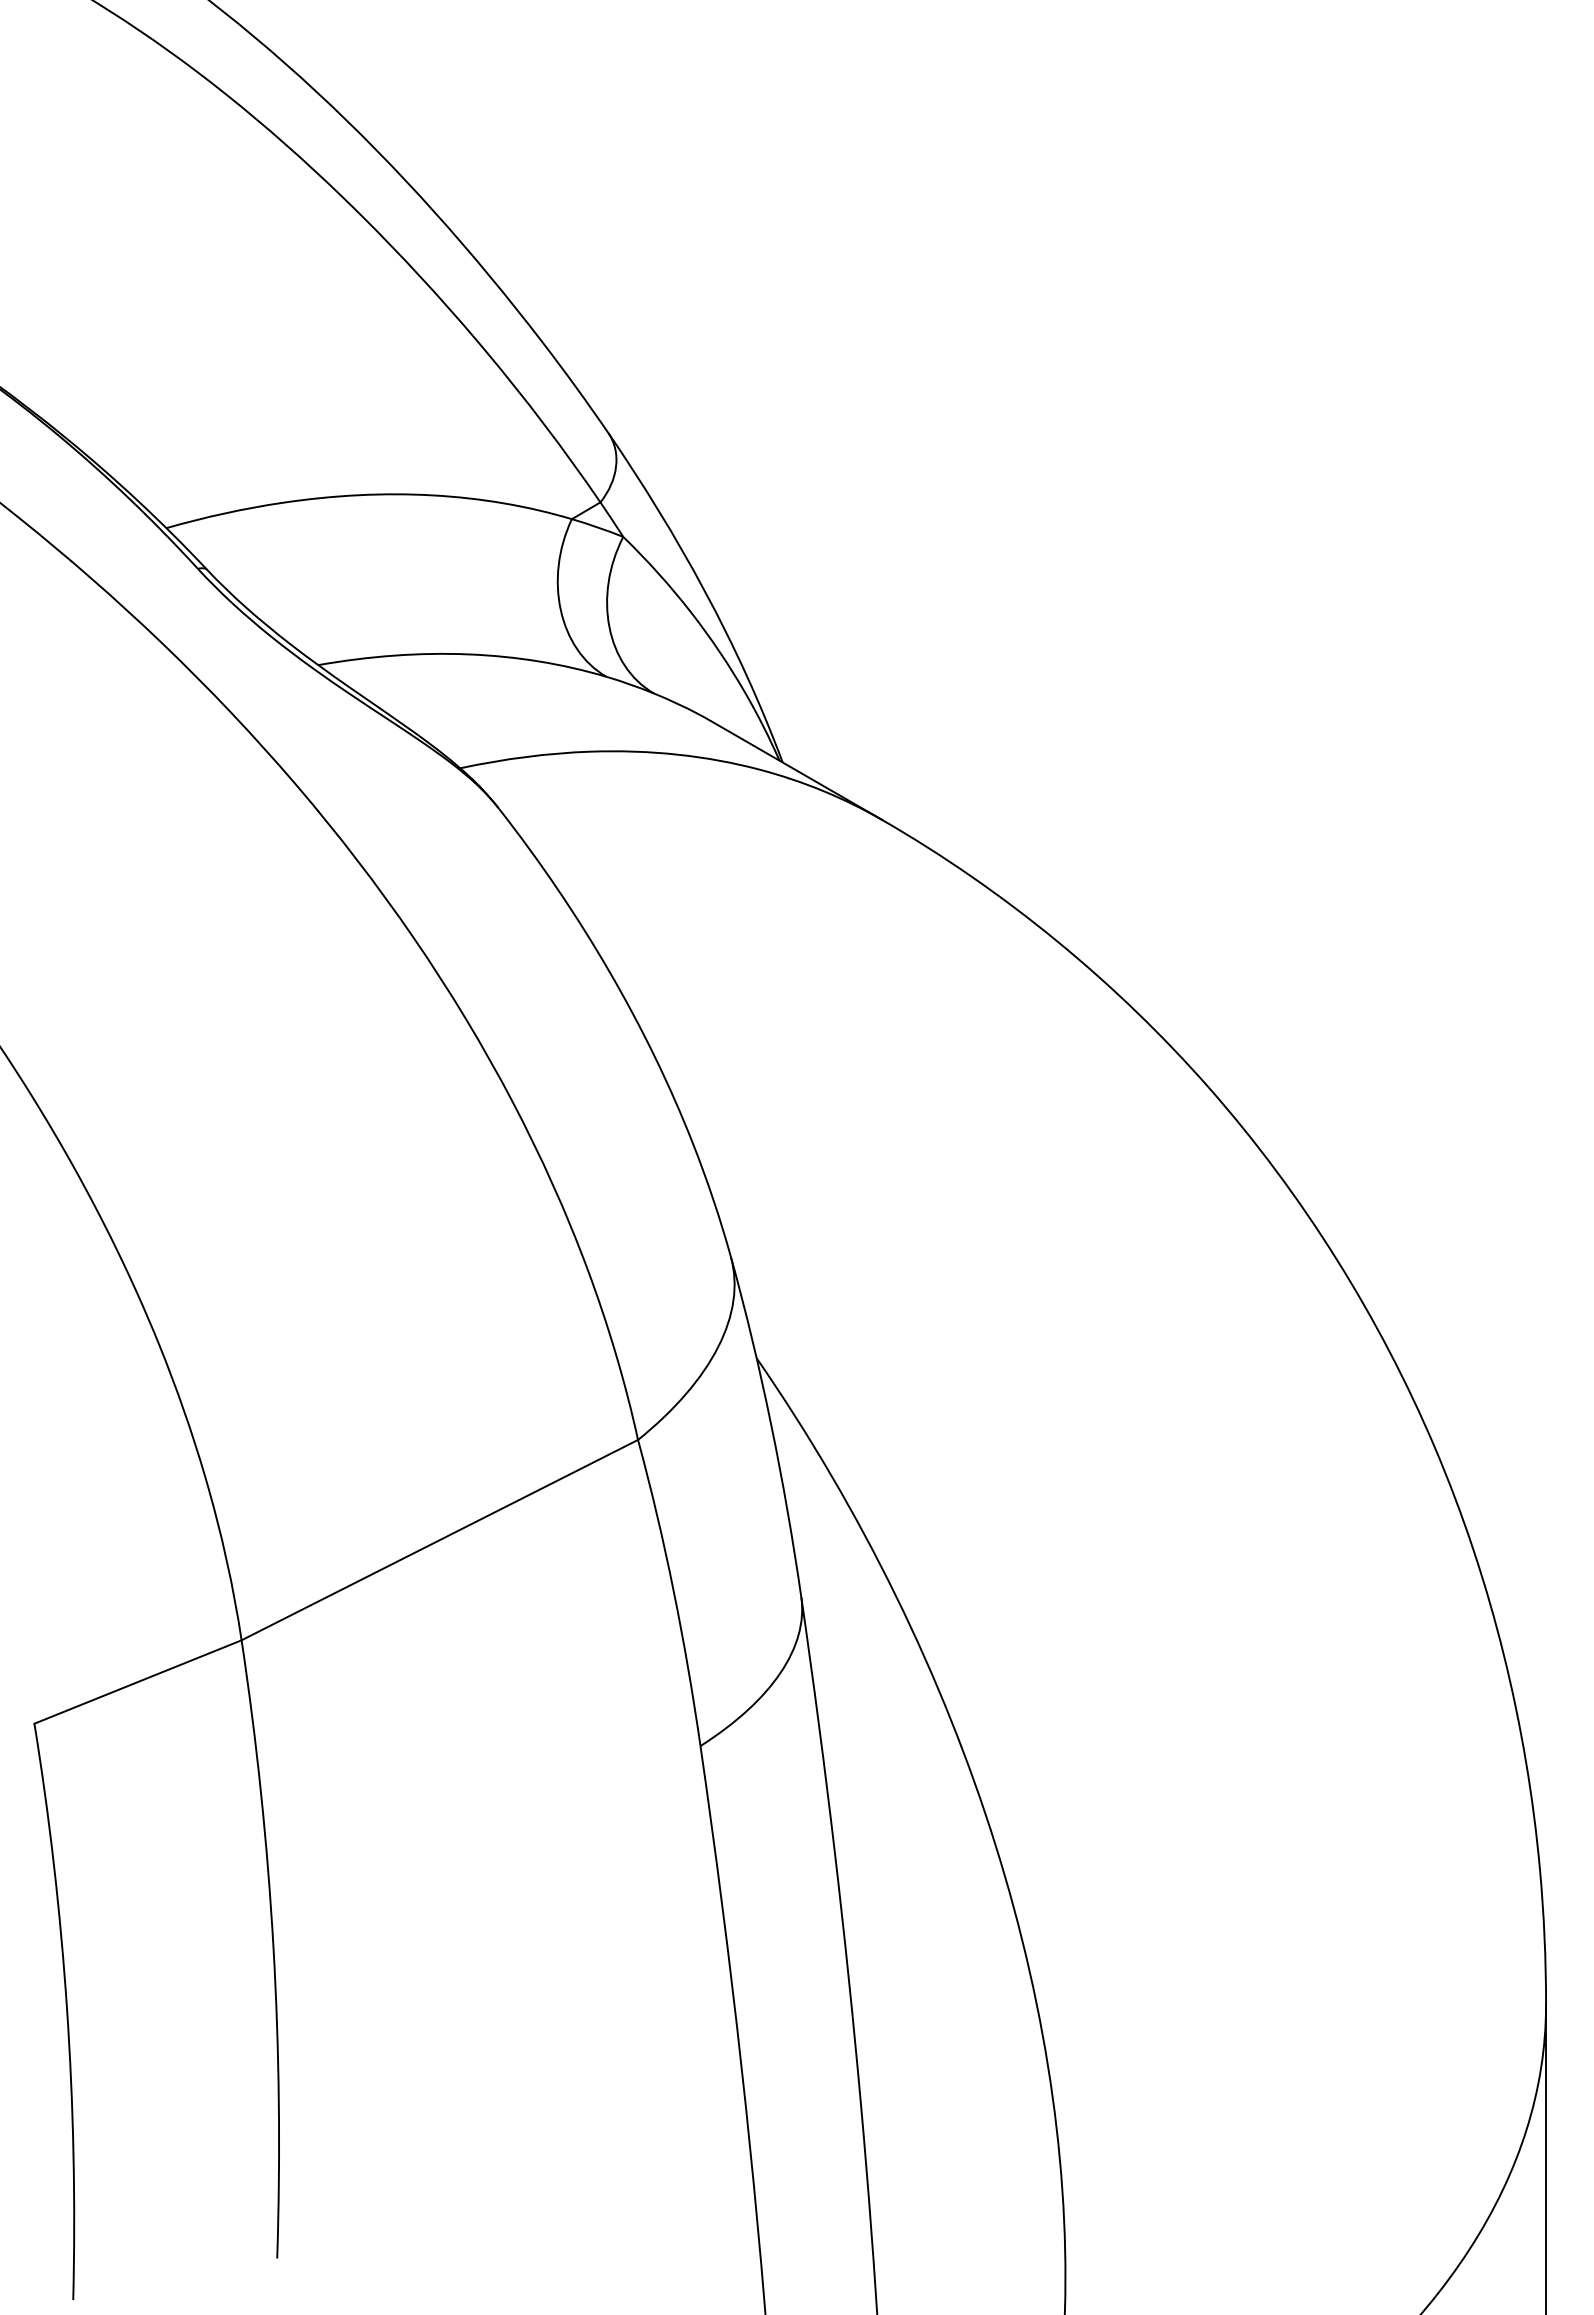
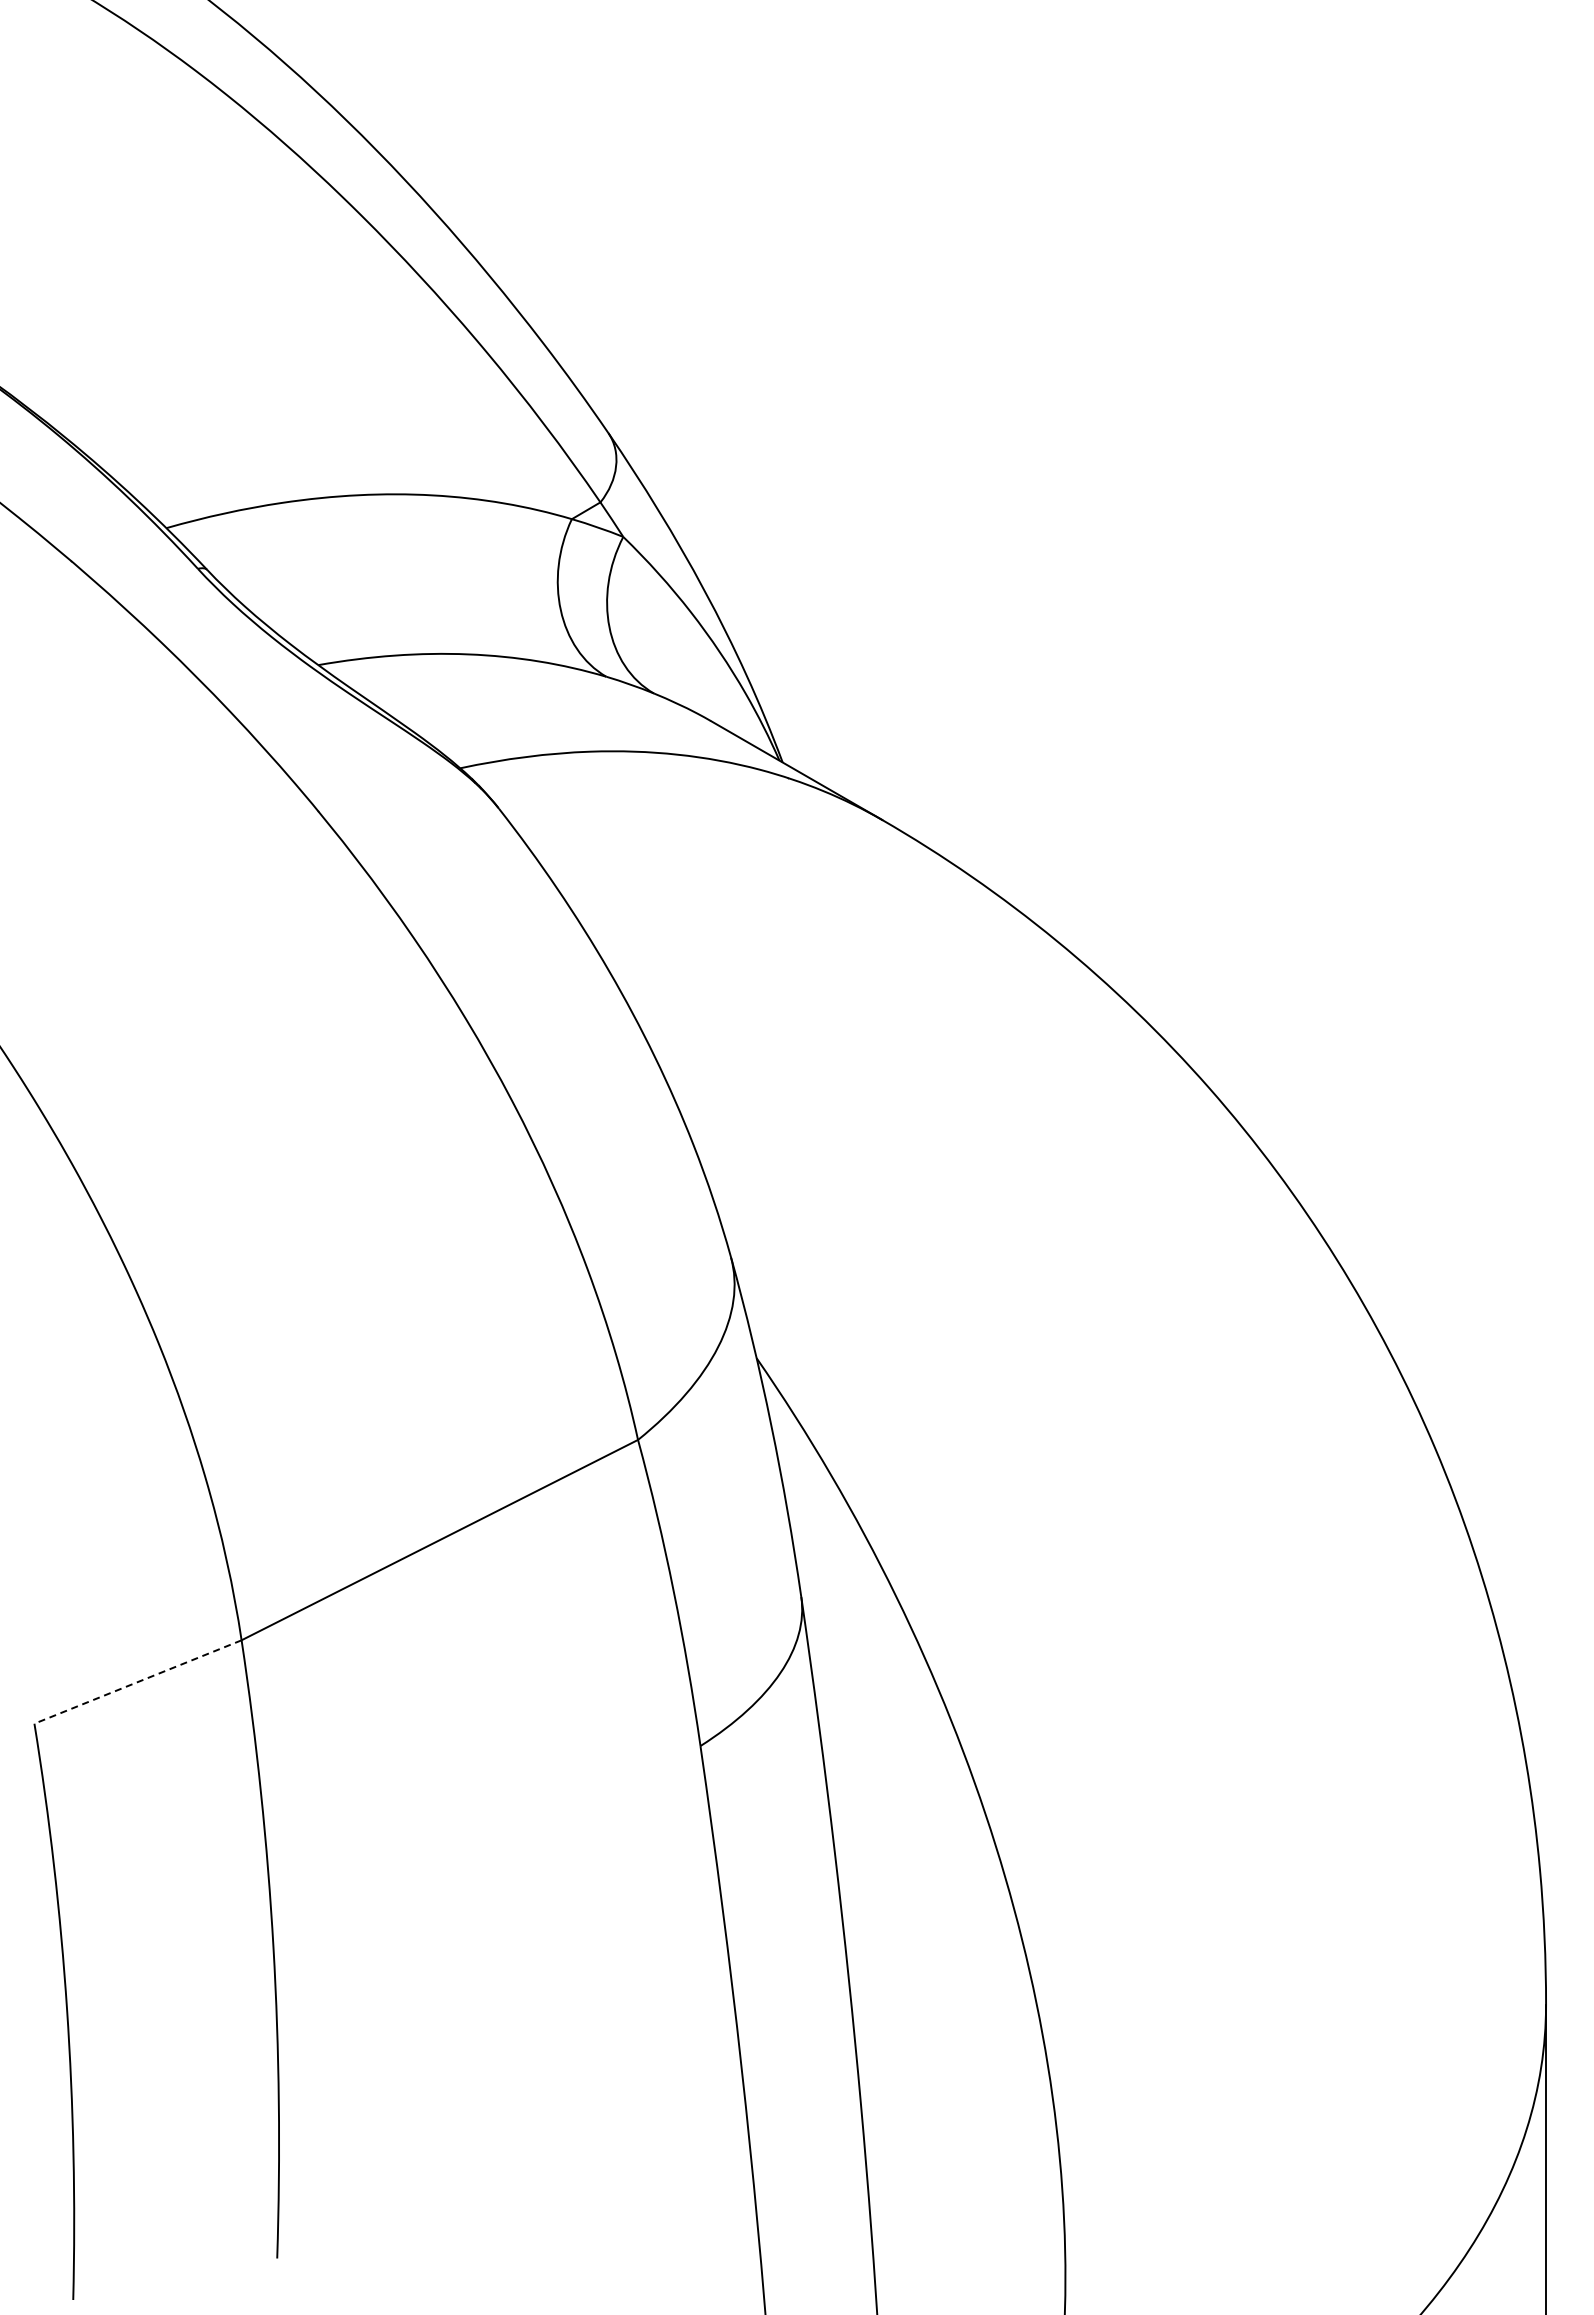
line at (138, 1682): solid -> dashed
